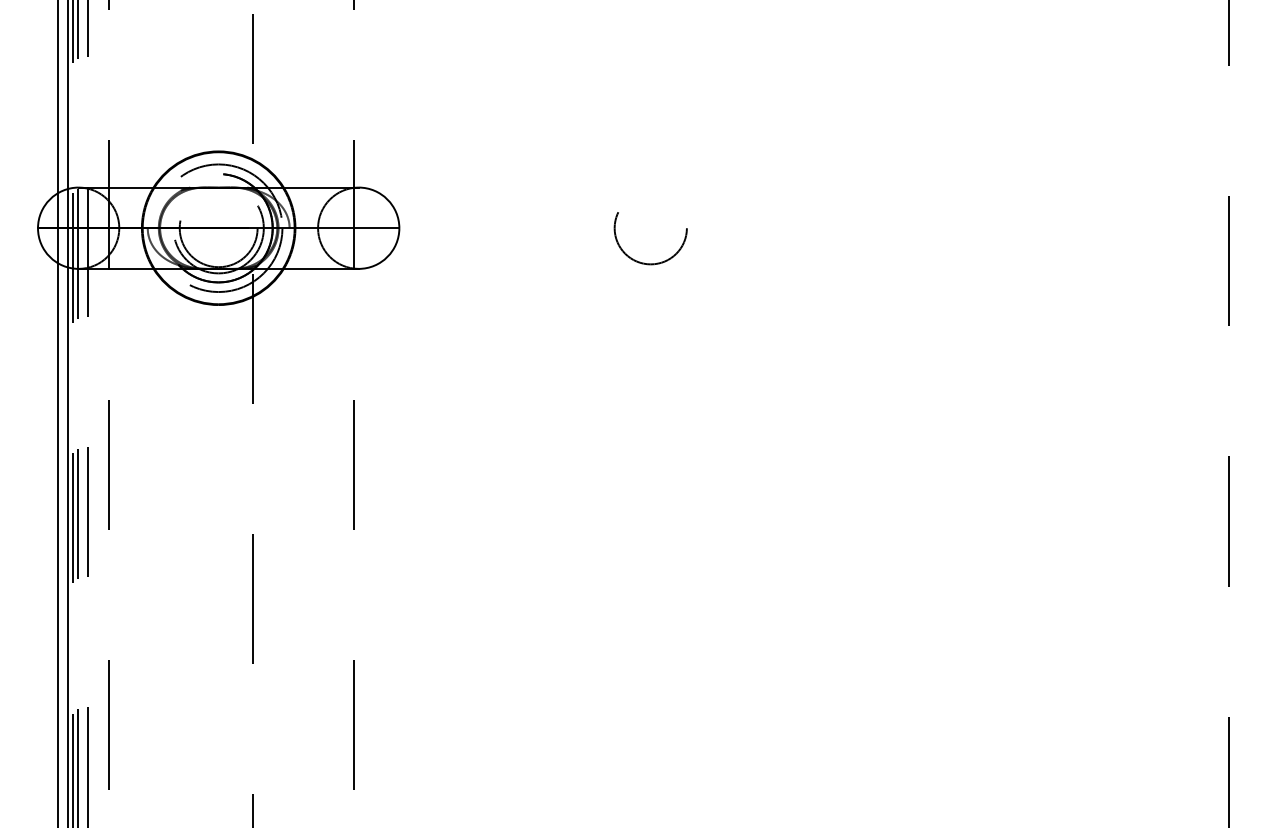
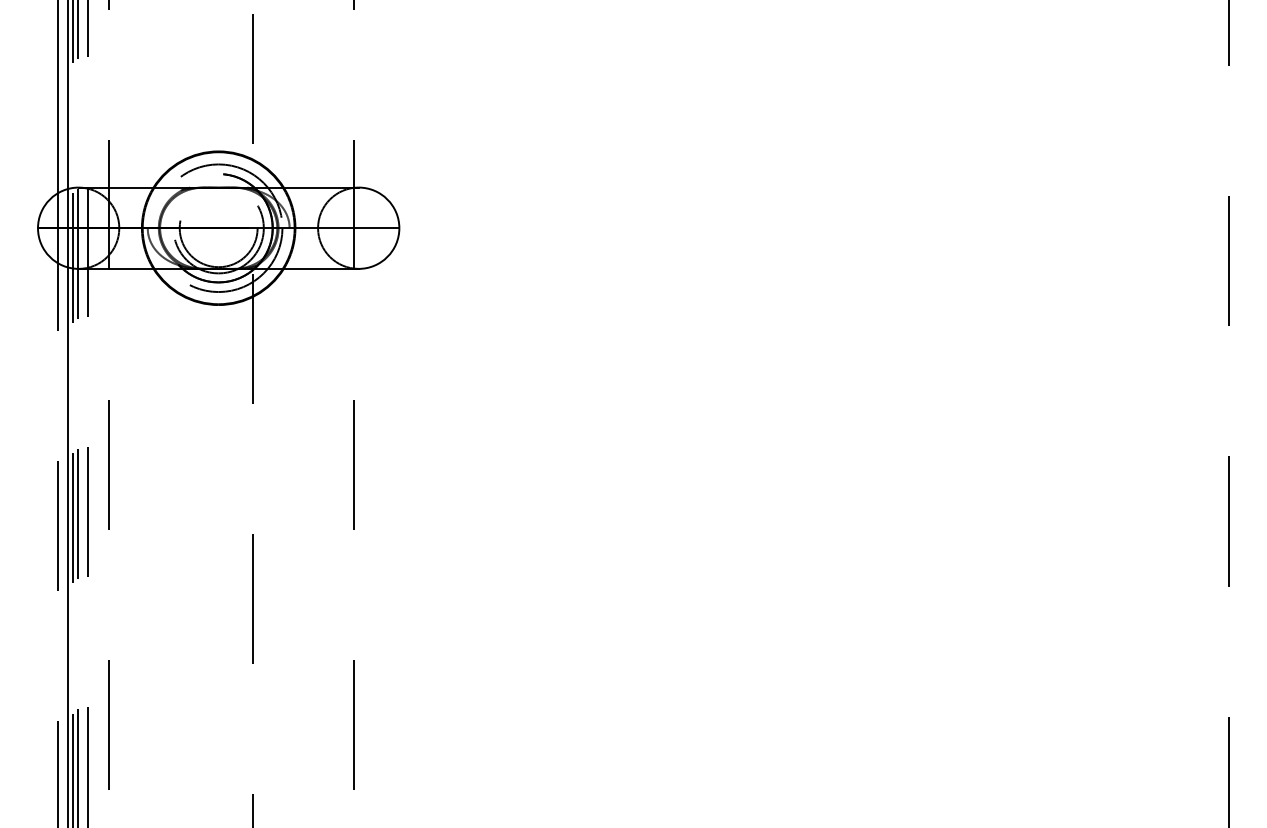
circle at (650, 238): present -> none
line at (57, 544): solid -> dashed
